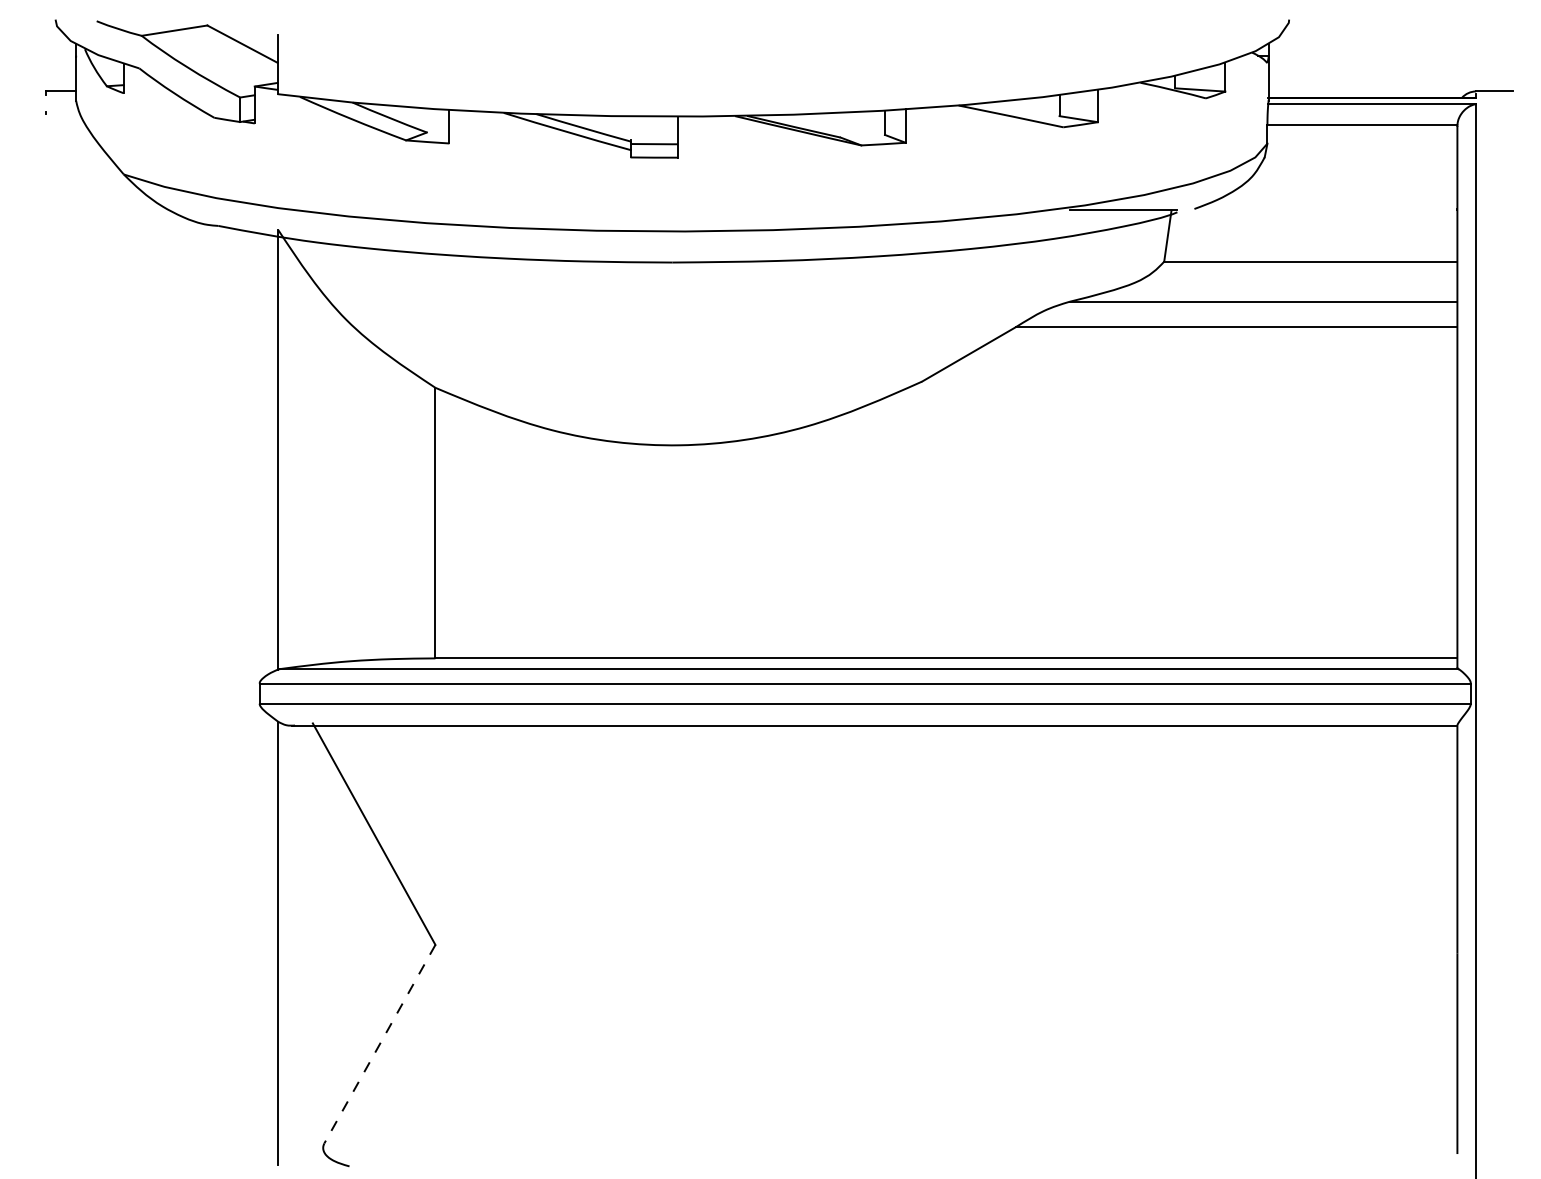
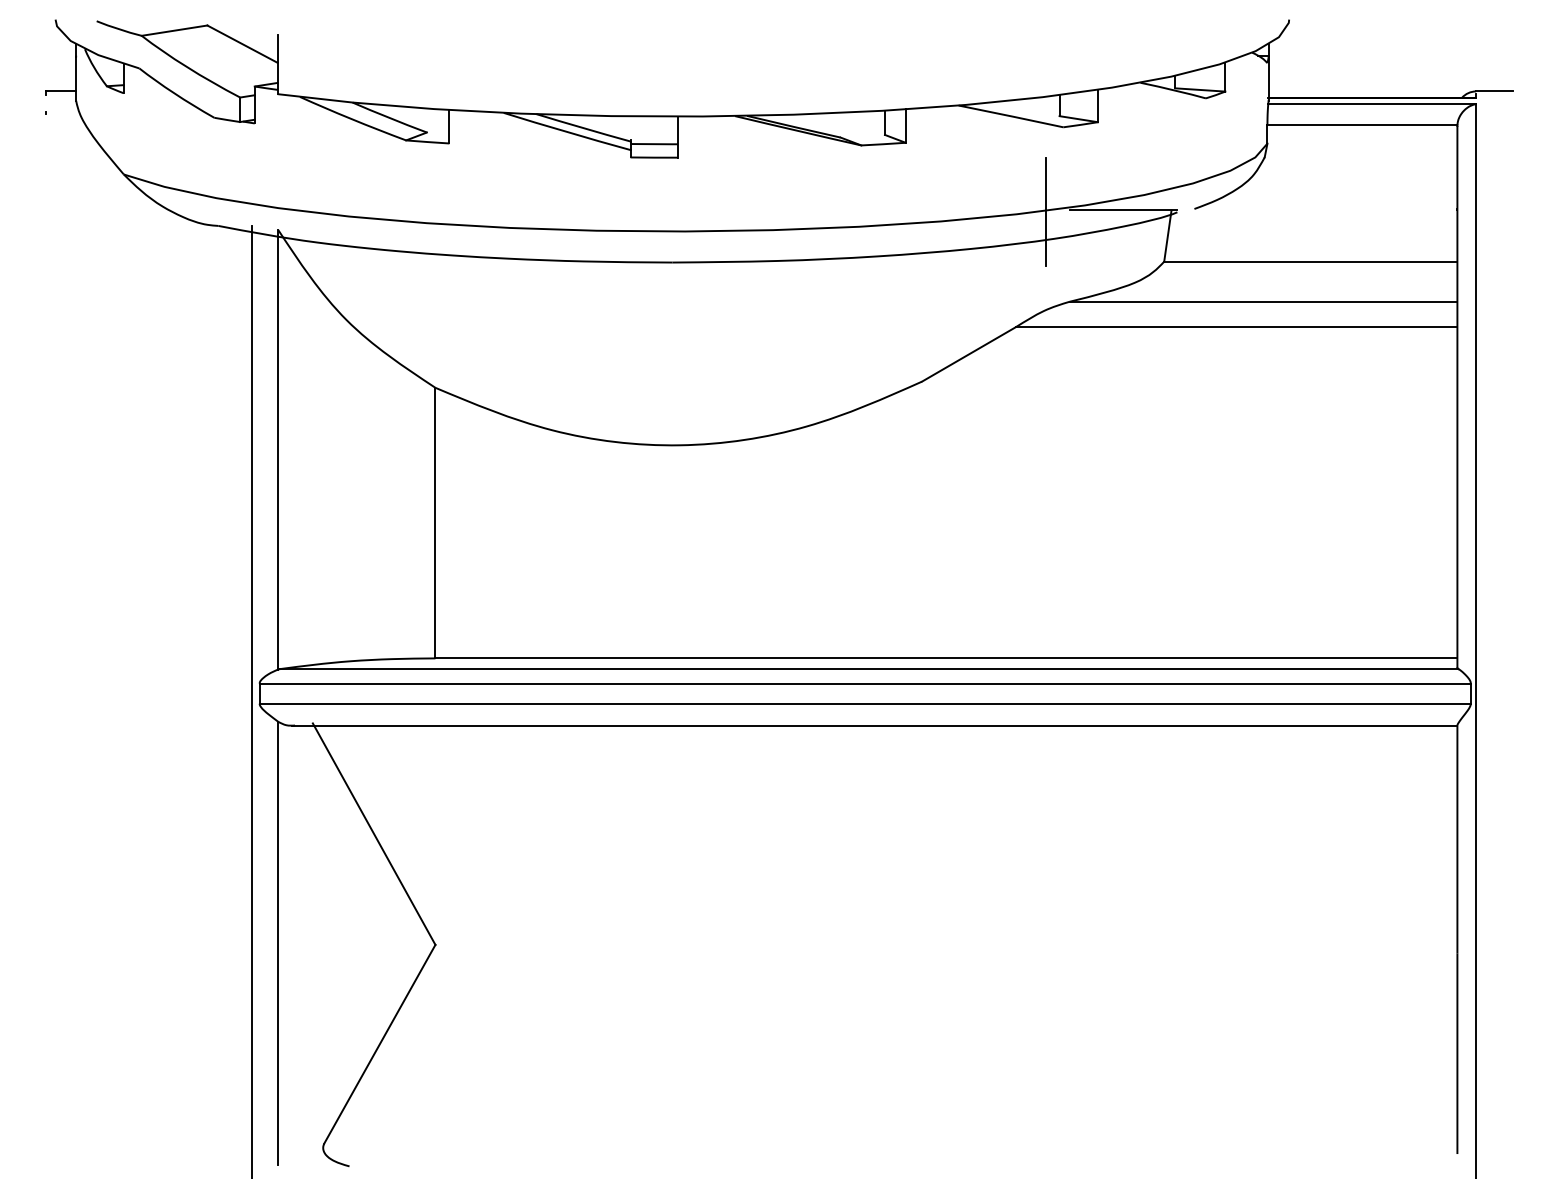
line at (1046, 212): none -> present
line at (252, 700): none -> present
line at (379, 1044): dashed -> solid
